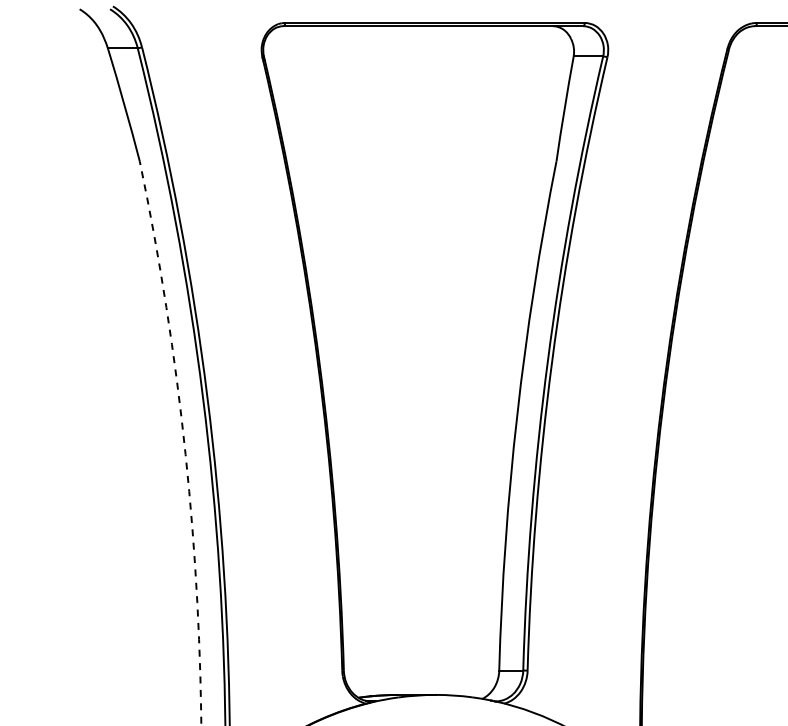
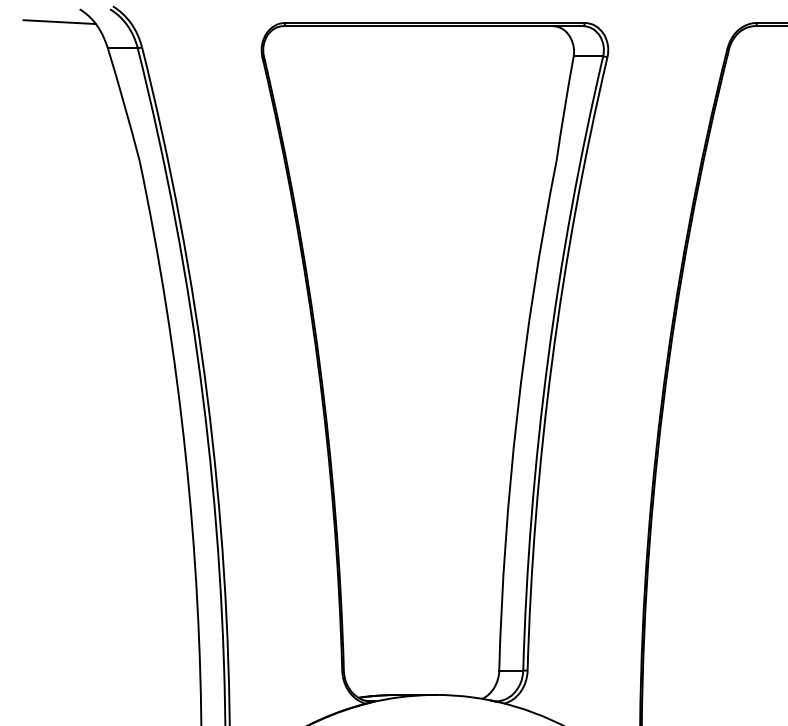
line at (59, 22): none -> present
arc at (184, 441): dashed -> solid
